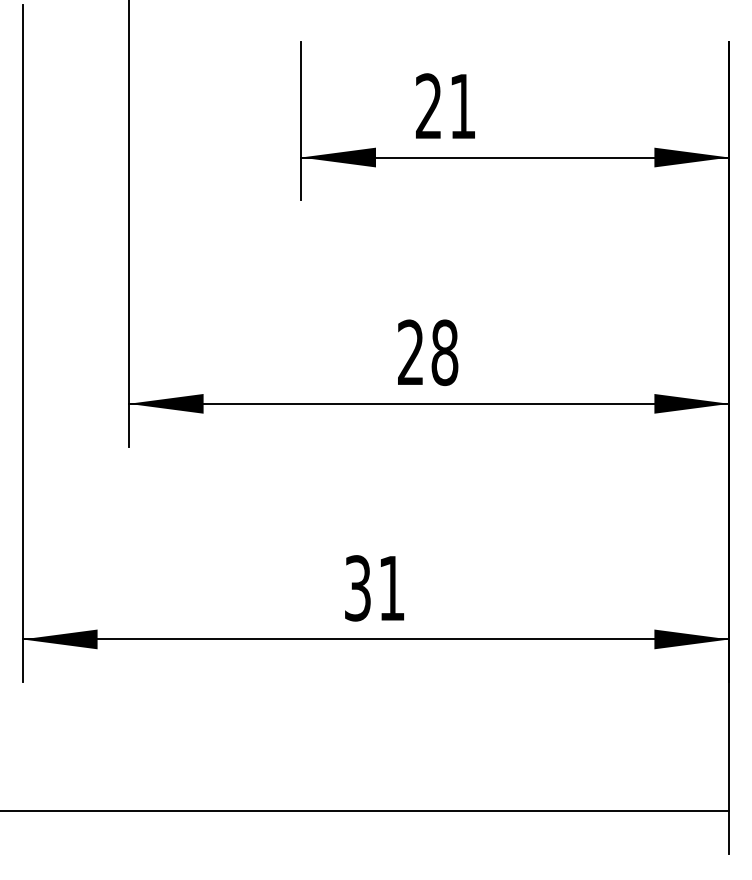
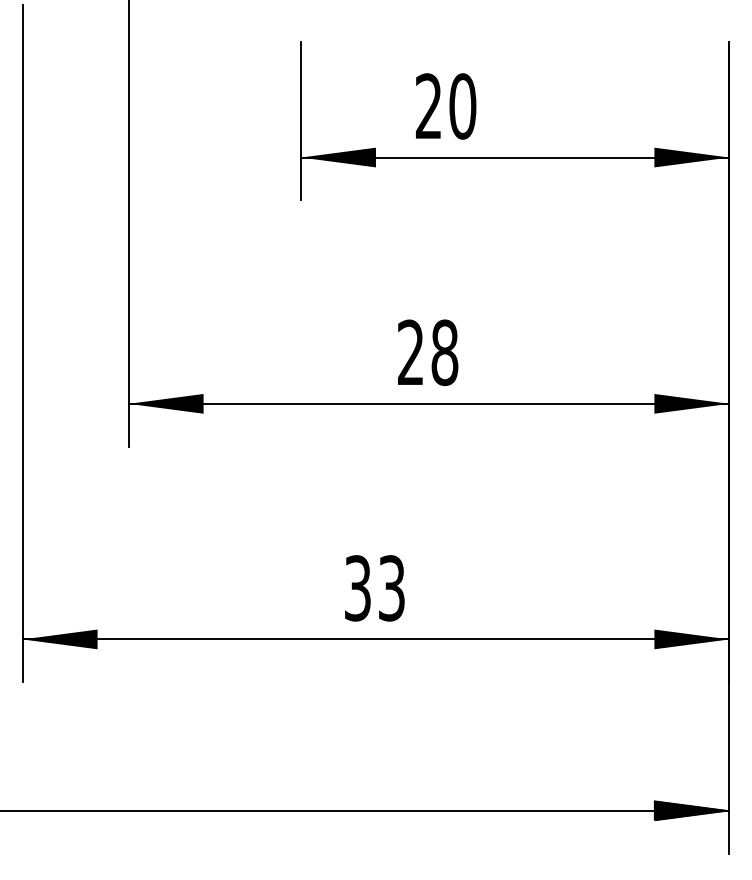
text at (462, 106): 21 -> 20
text at (391, 588): 31 -> 33
hatch at (691, 810): none -> present
